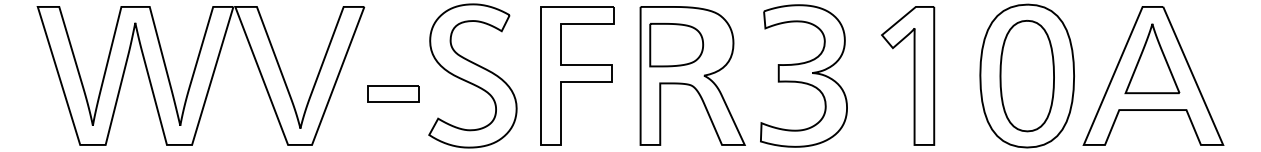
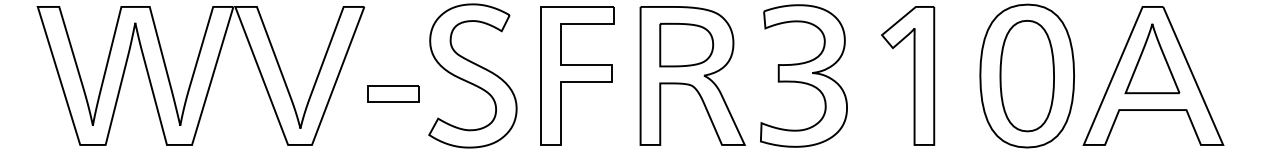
part at (676, 45) position: (676, 45) -> (686, 45)
